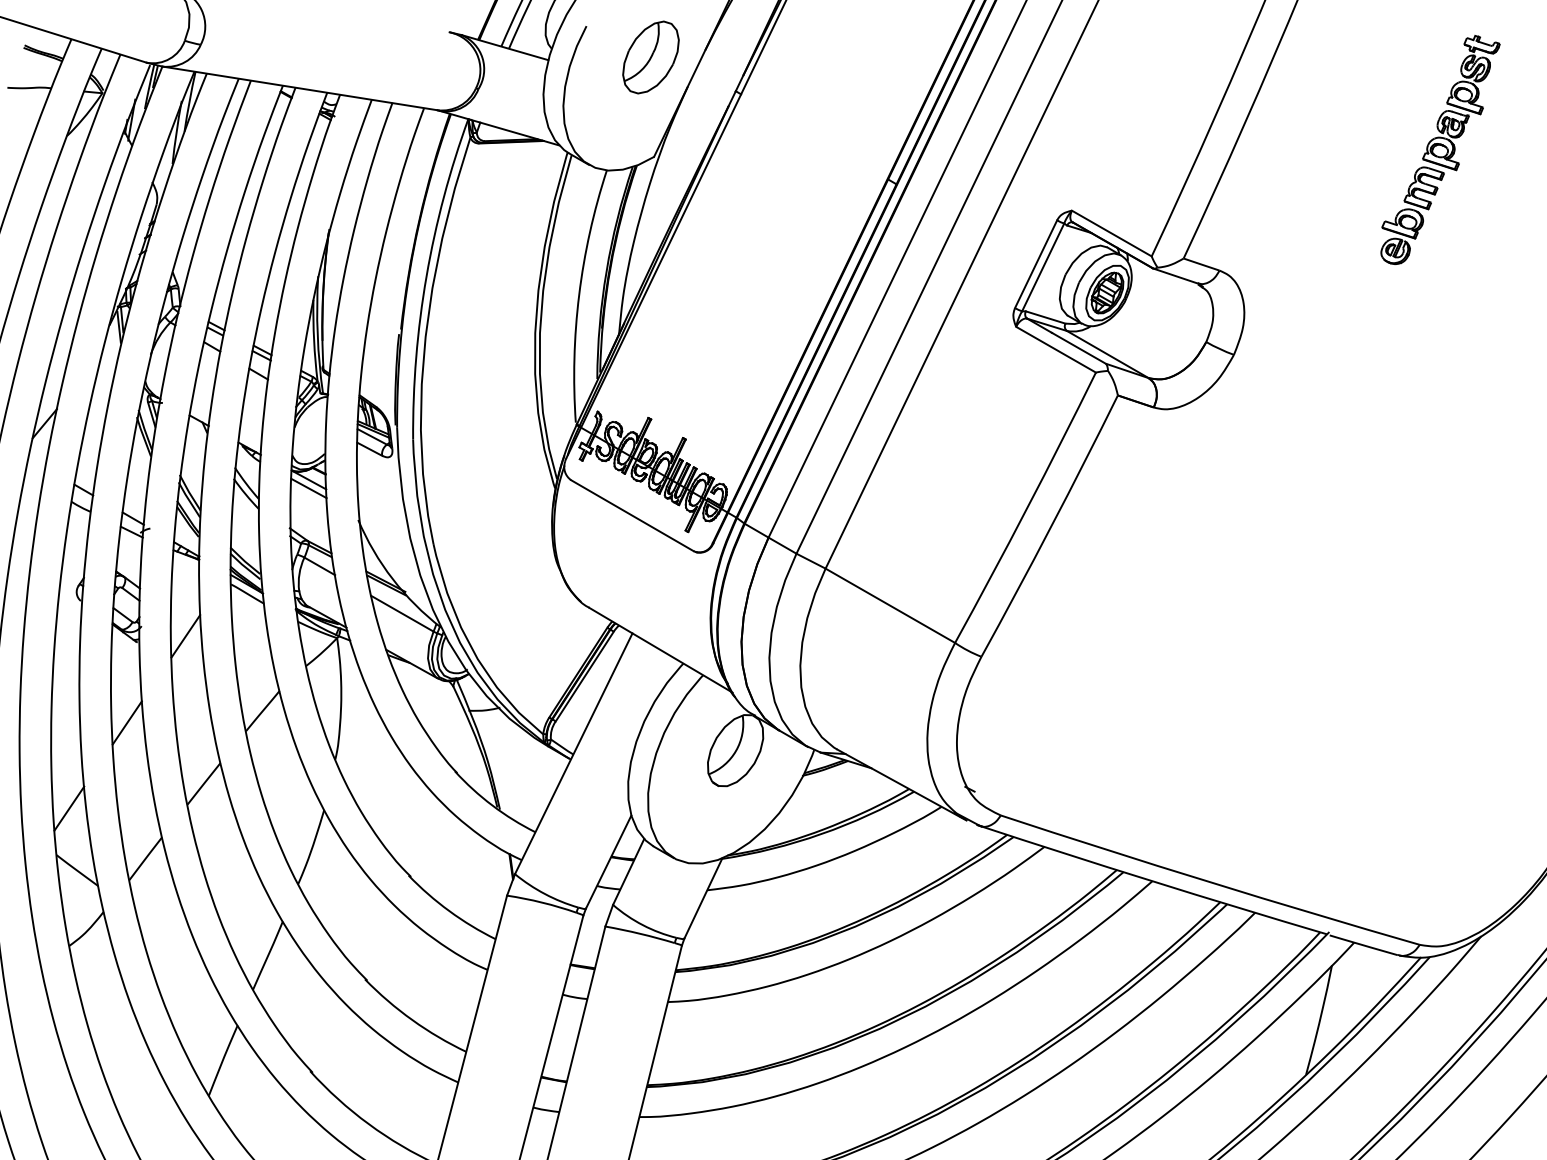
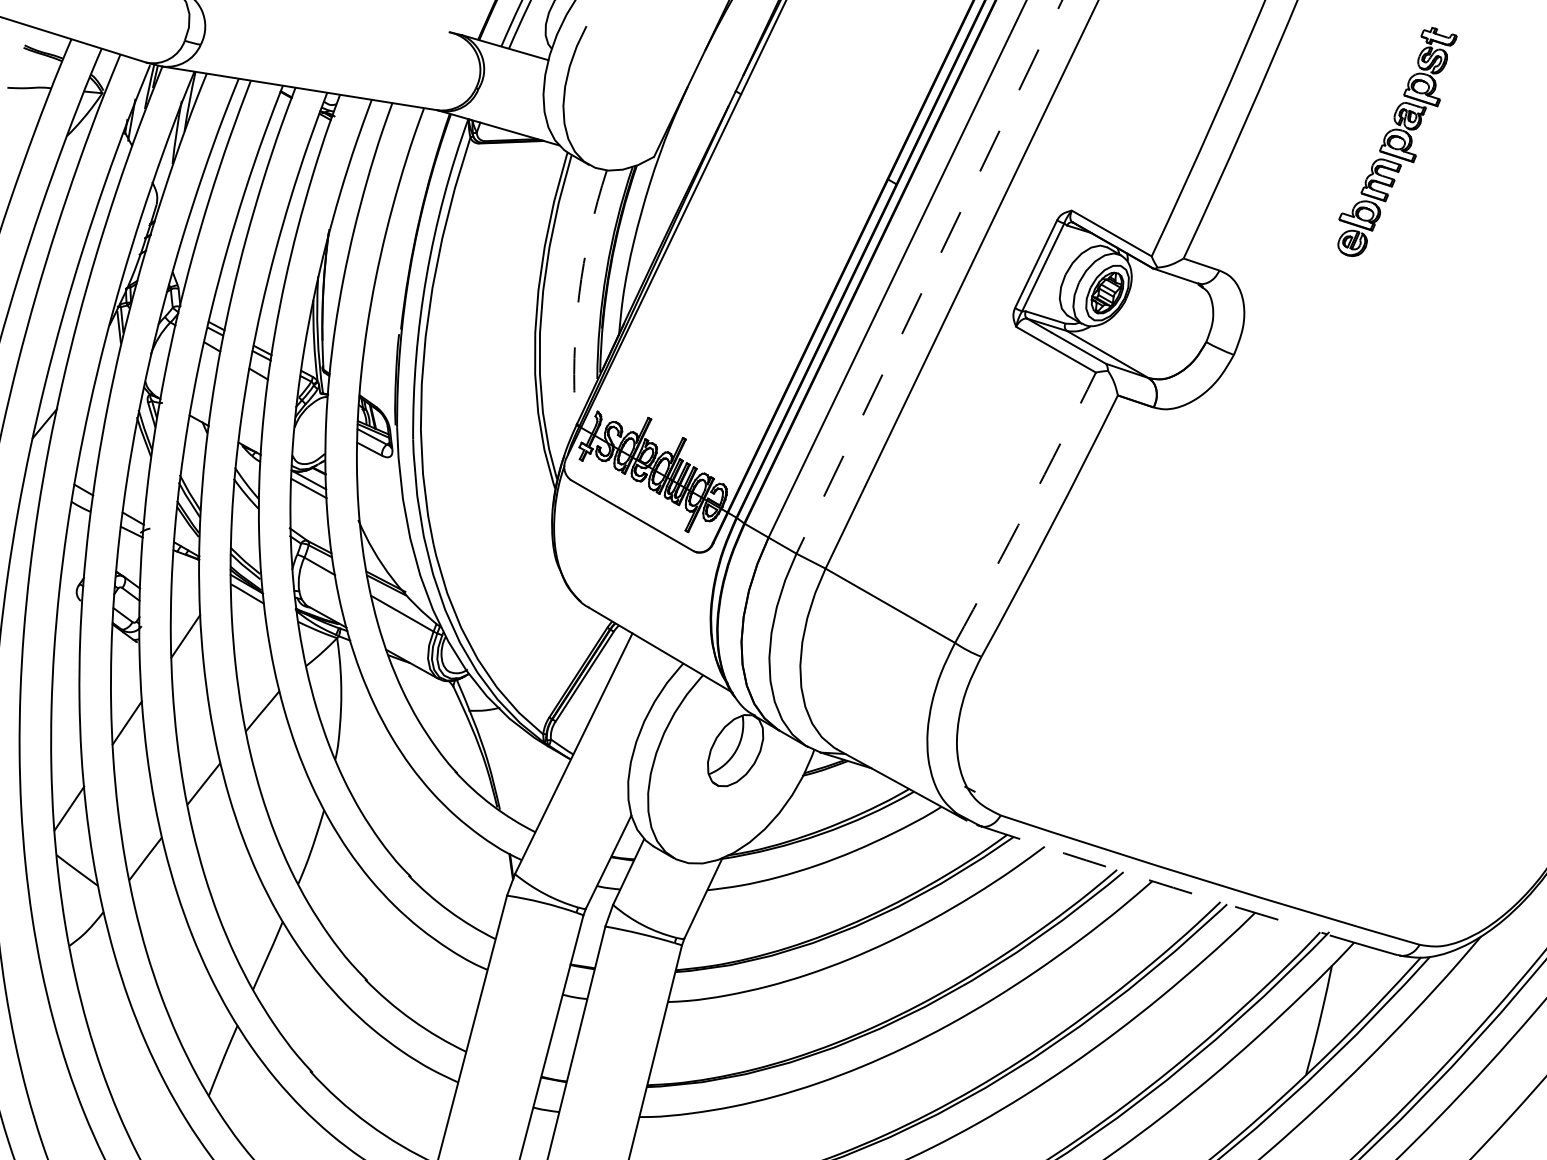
part at (650, 57): present -> none
part at (1440, 149) position: (1440, 149) -> (1397, 141)
line at (929, 277): solid -> dashed
arc at (579, 295): solid -> dashed
arc at (1027, 508): solid -> dashed
arc at (1151, 881): solid -> dashed
